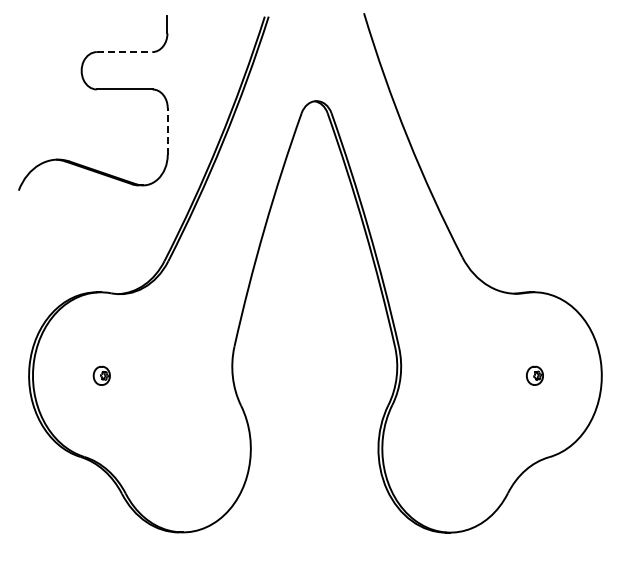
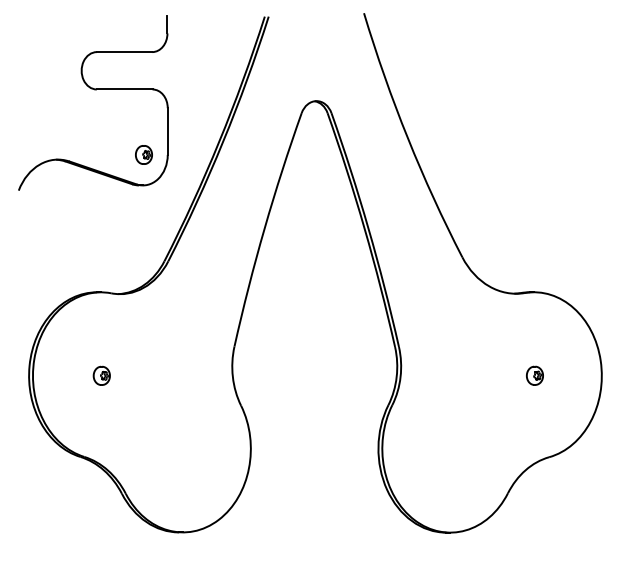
line at (124, 52): dashed -> solid
line at (167, 131): dashed -> solid
part at (143, 154): none -> present
